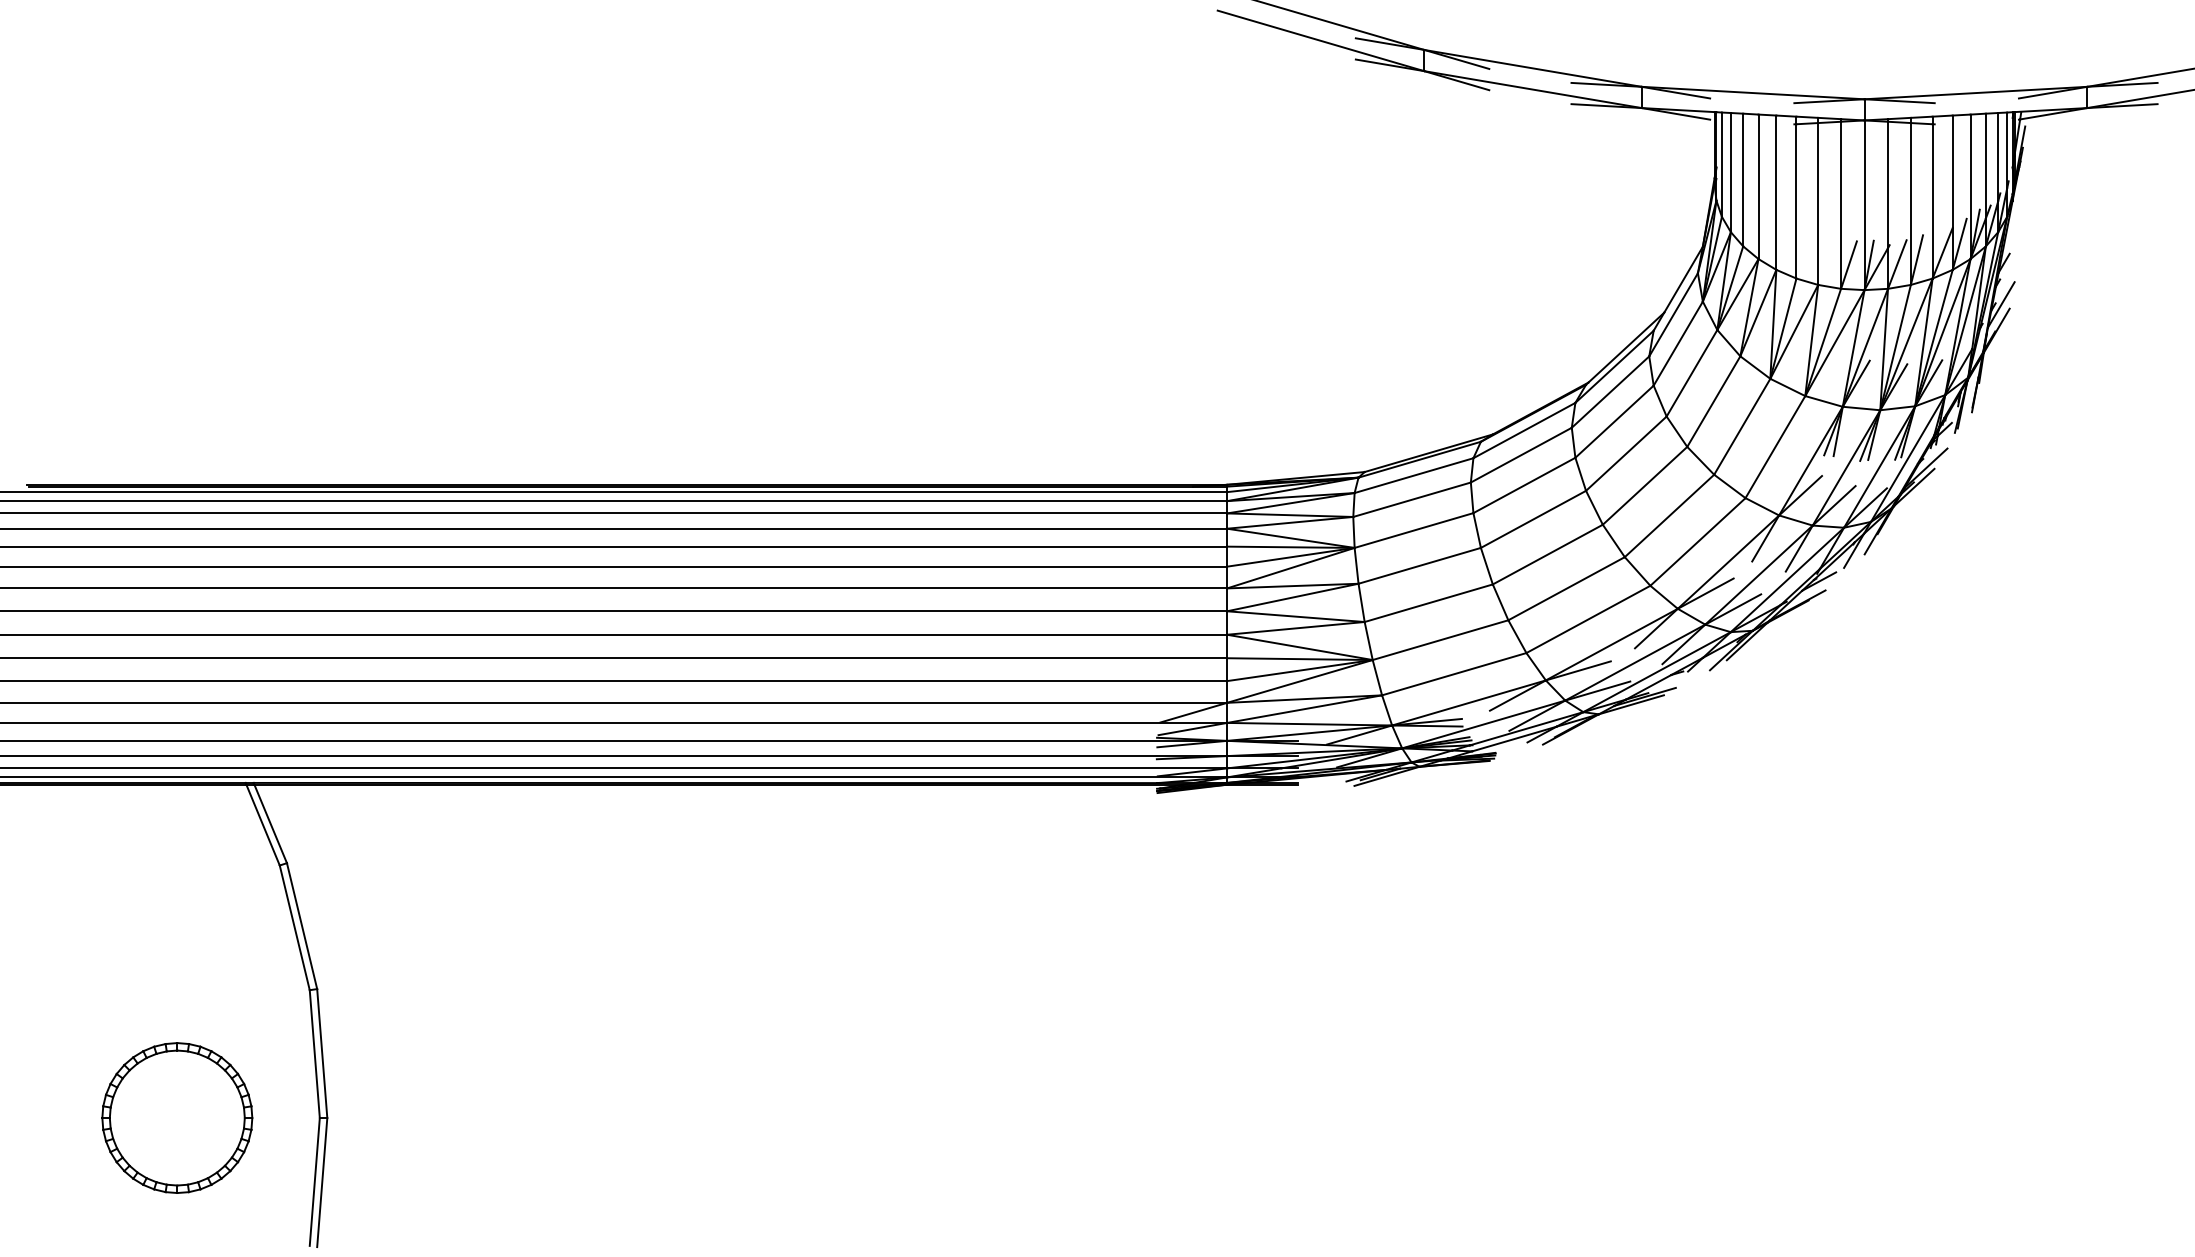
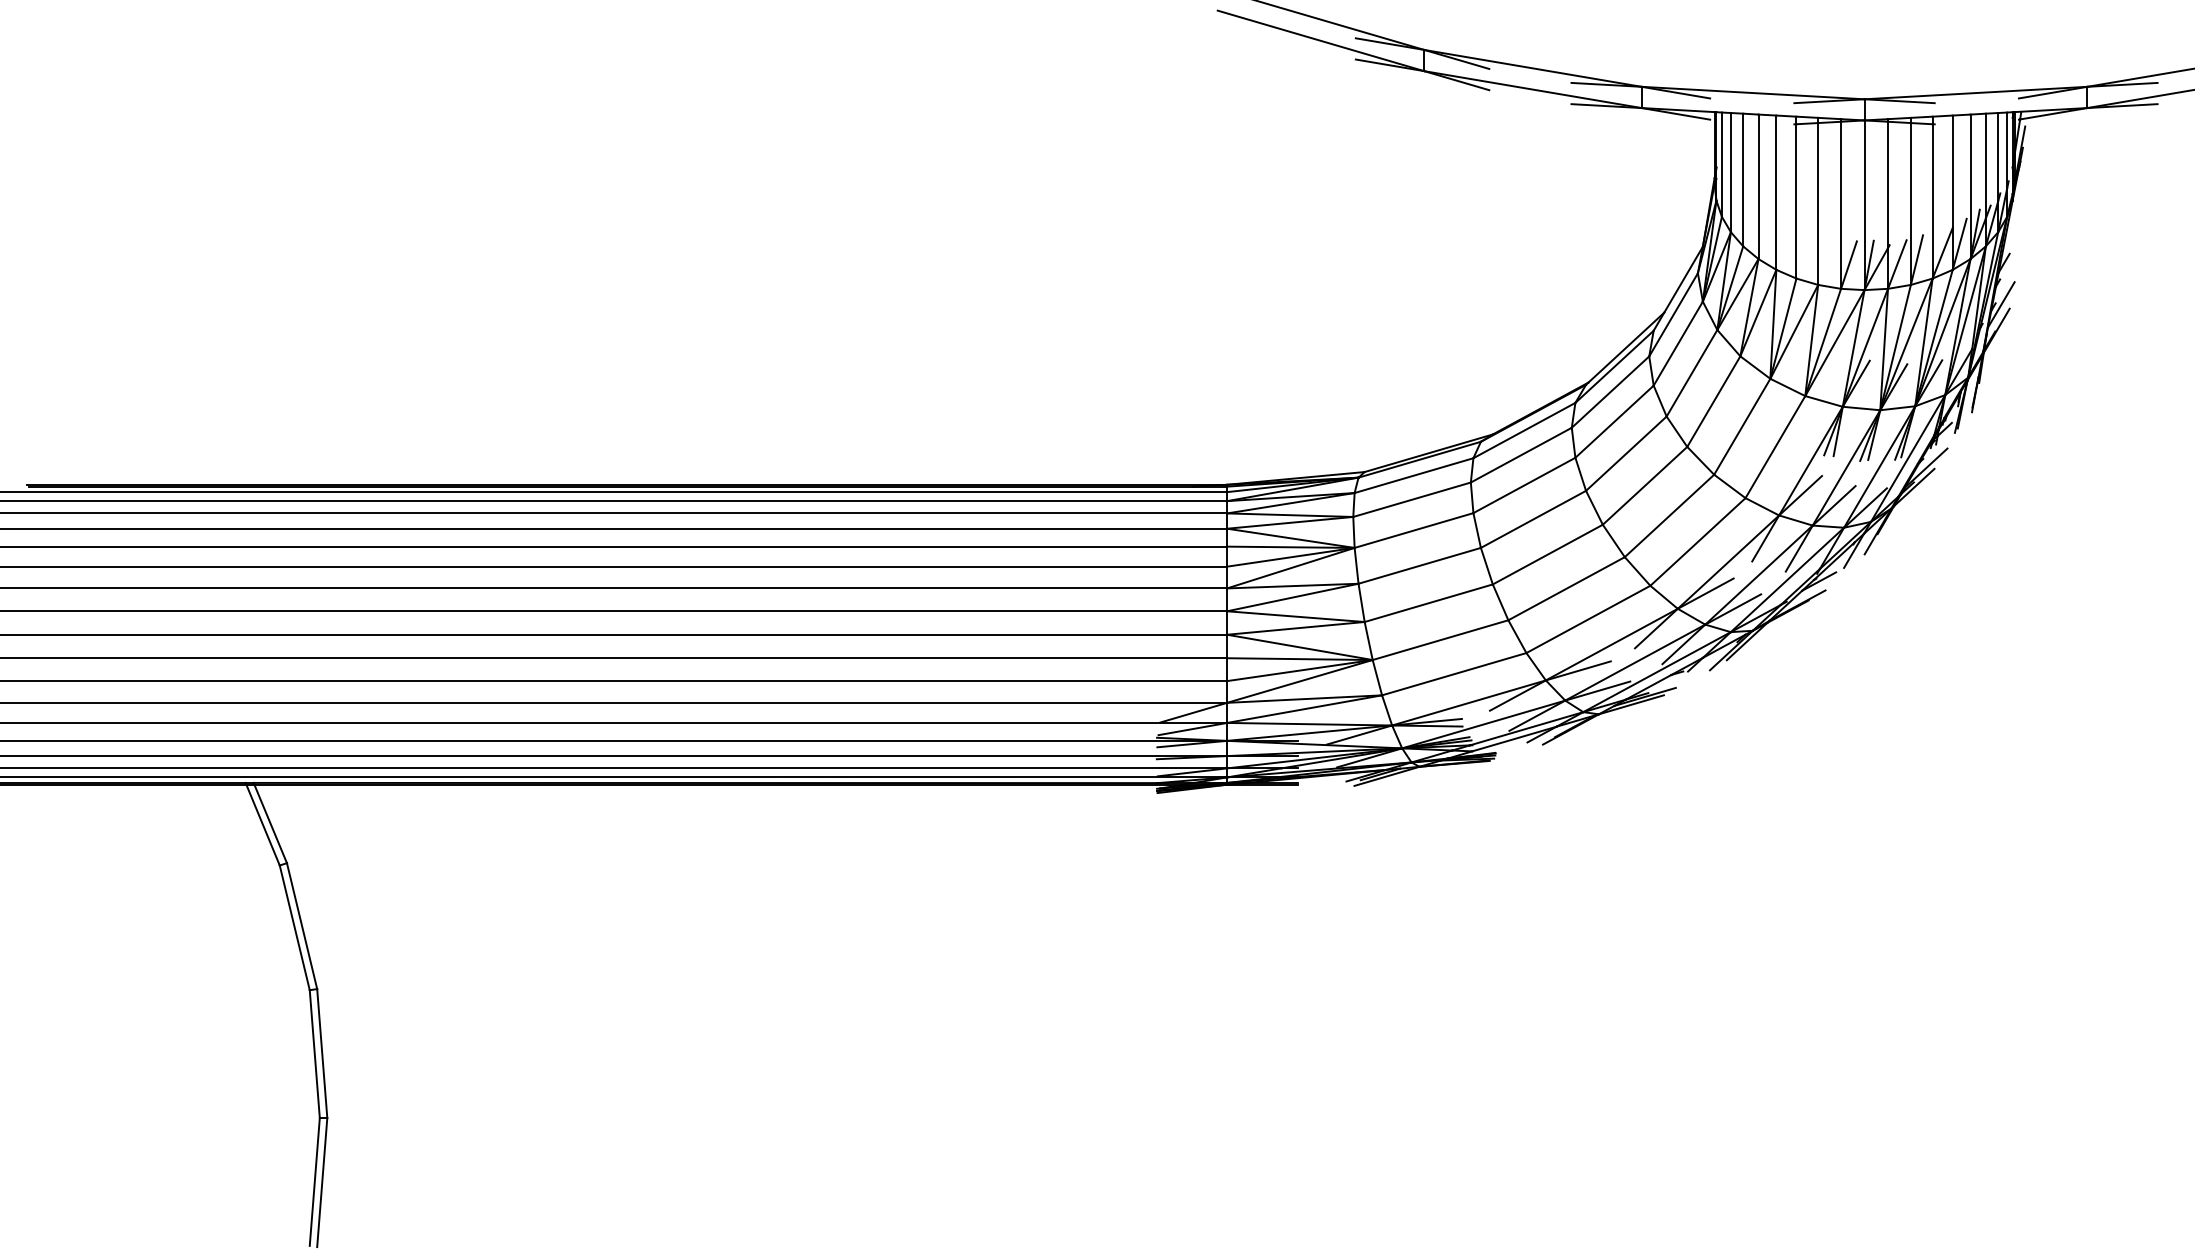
part at (177, 1117): present -> none
